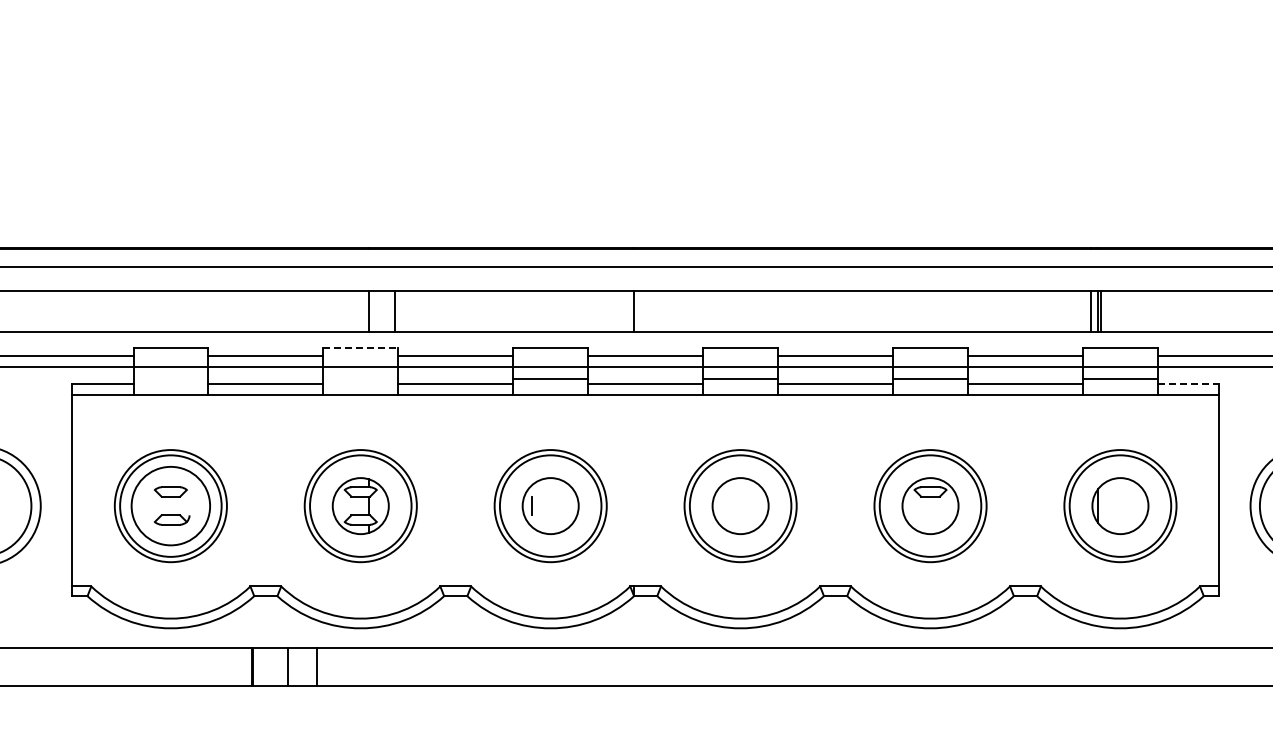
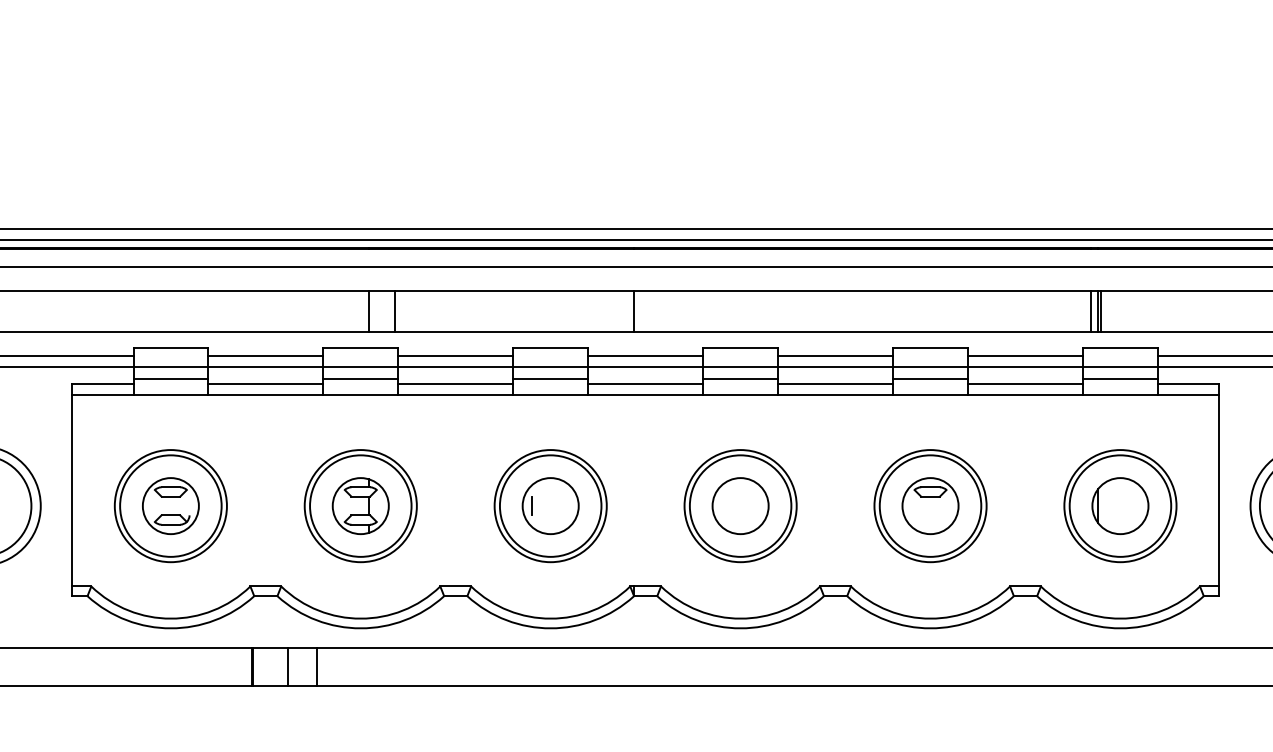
line at (635, 229): none -> present
line at (635, 240): none -> present
line at (361, 348): dashed -> solid
line at (170, 378): none -> present
line at (360, 378): none -> present
line at (1188, 383): dashed -> solid
circle at (170, 505) diameter: 79 px -> 56 px
